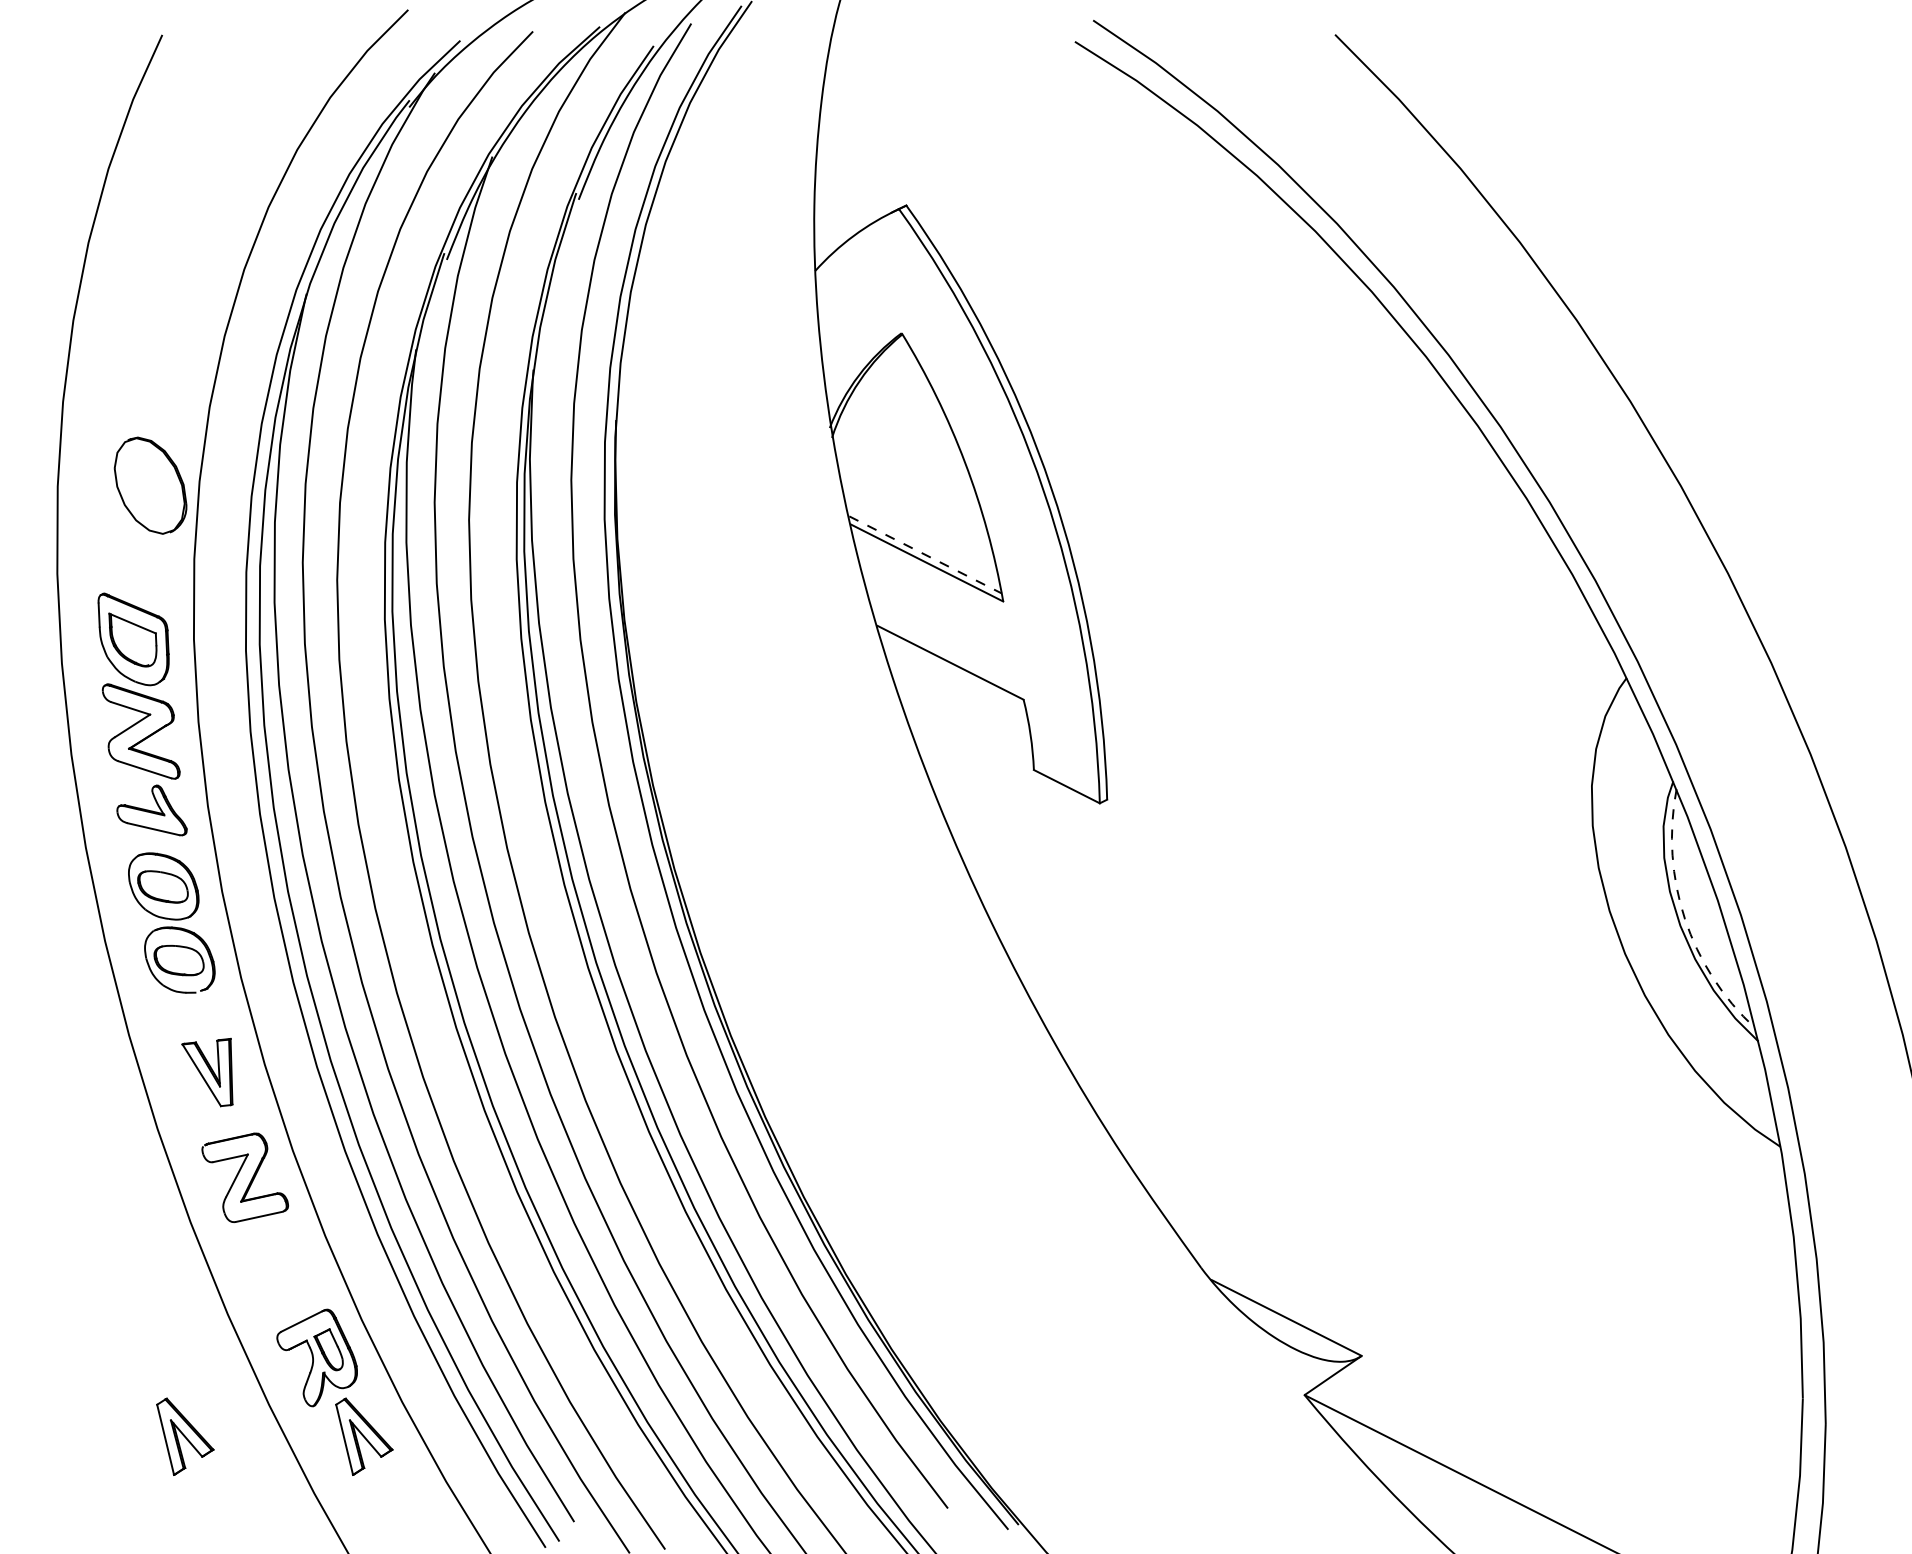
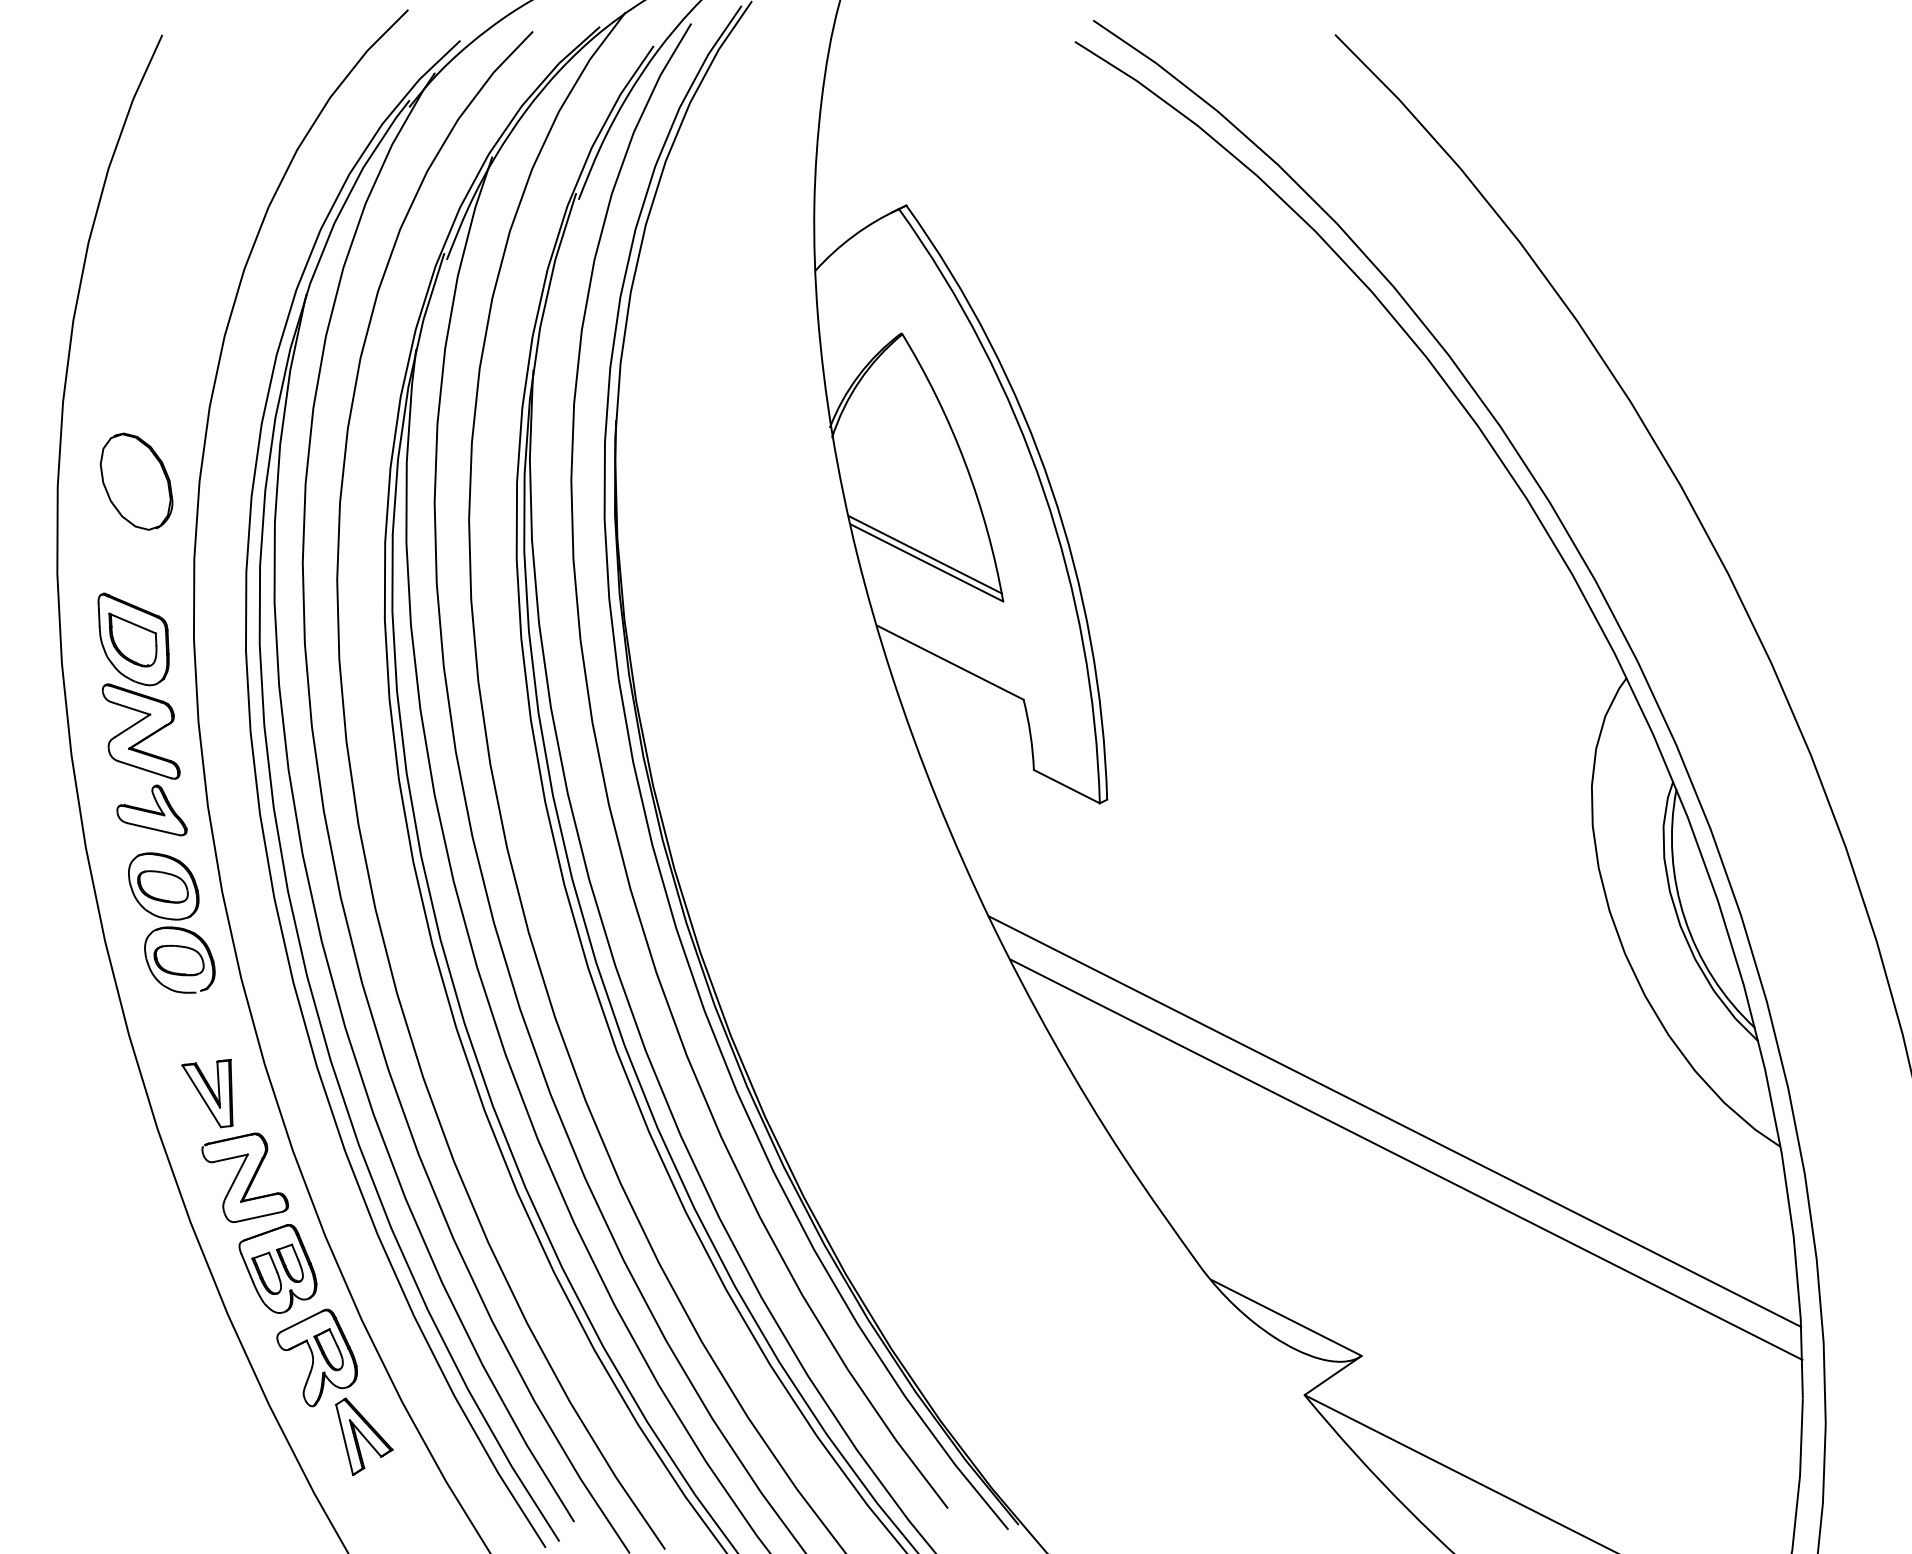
part at (150, 485) position: (150, 485) -> (136, 481)
line at (926, 555): dashed -> solid
arc at (1684, 918): dashed -> solid
part at (207, 1072) position: (207, 1072) -> (207, 1093)
line at (1394, 1121): none -> present
line at (1406, 1159): none -> present
part at (277, 1268): none -> present
part at (185, 1436): present -> none
